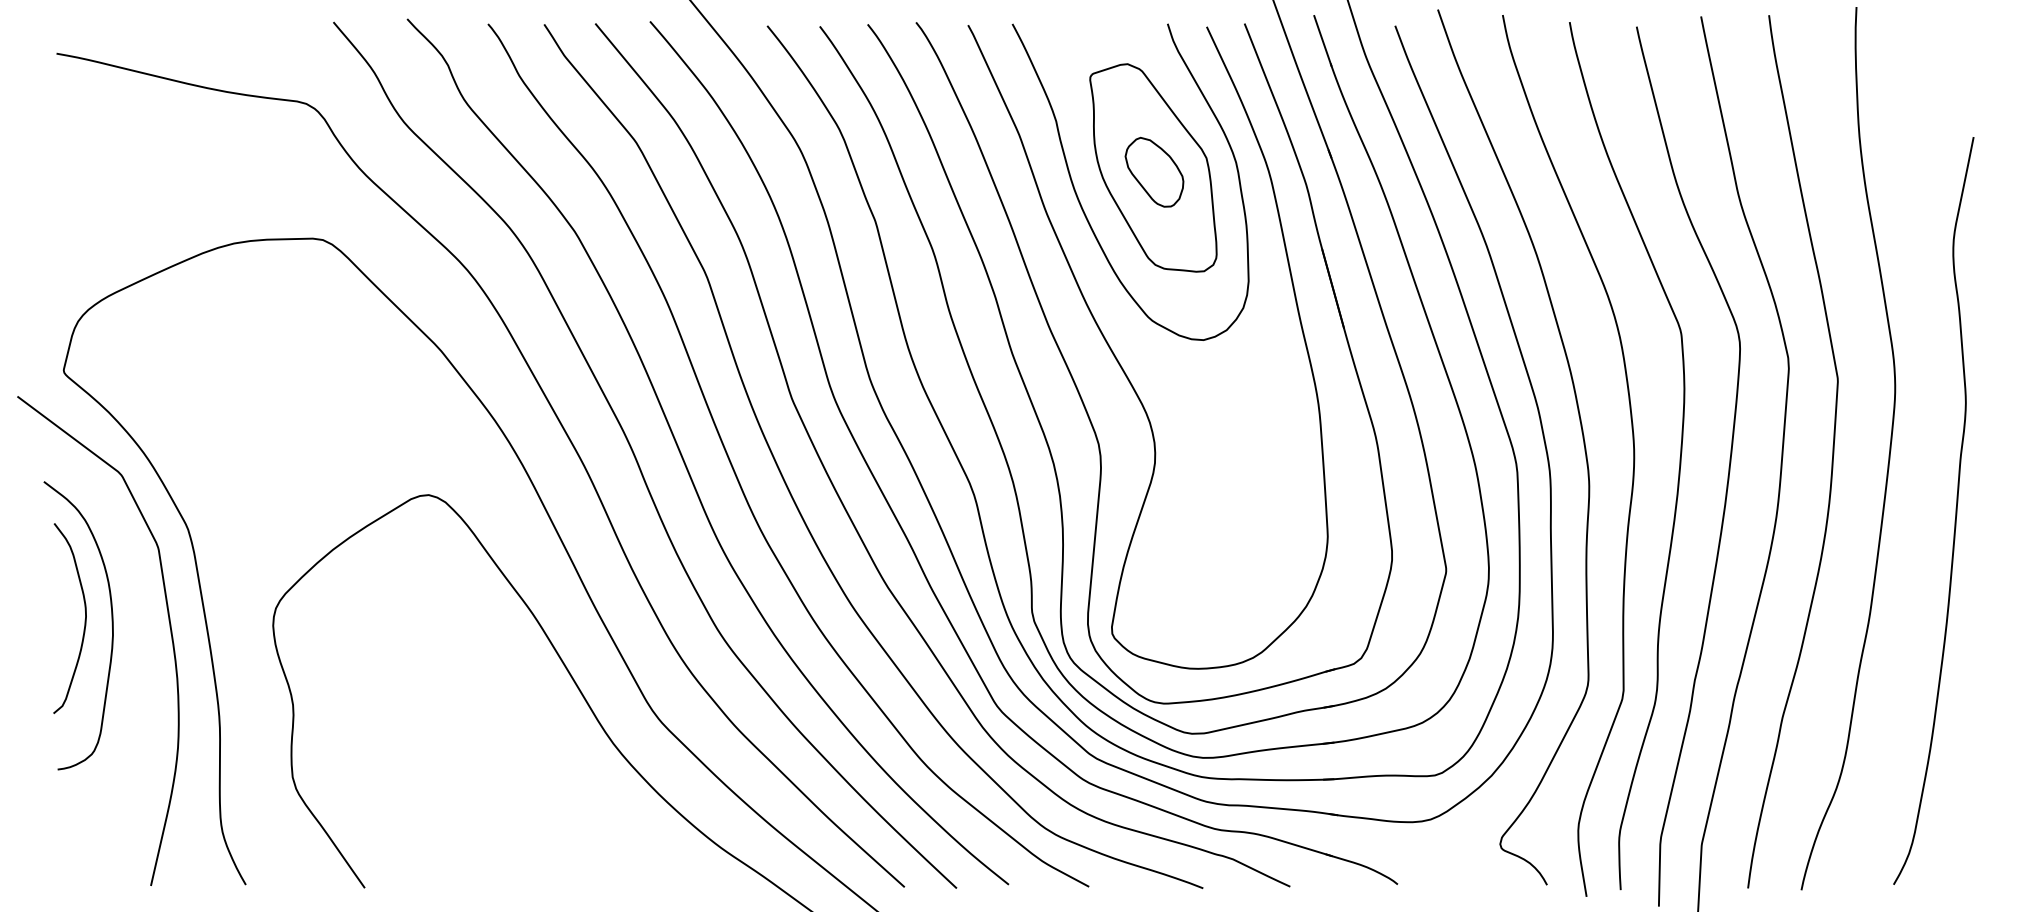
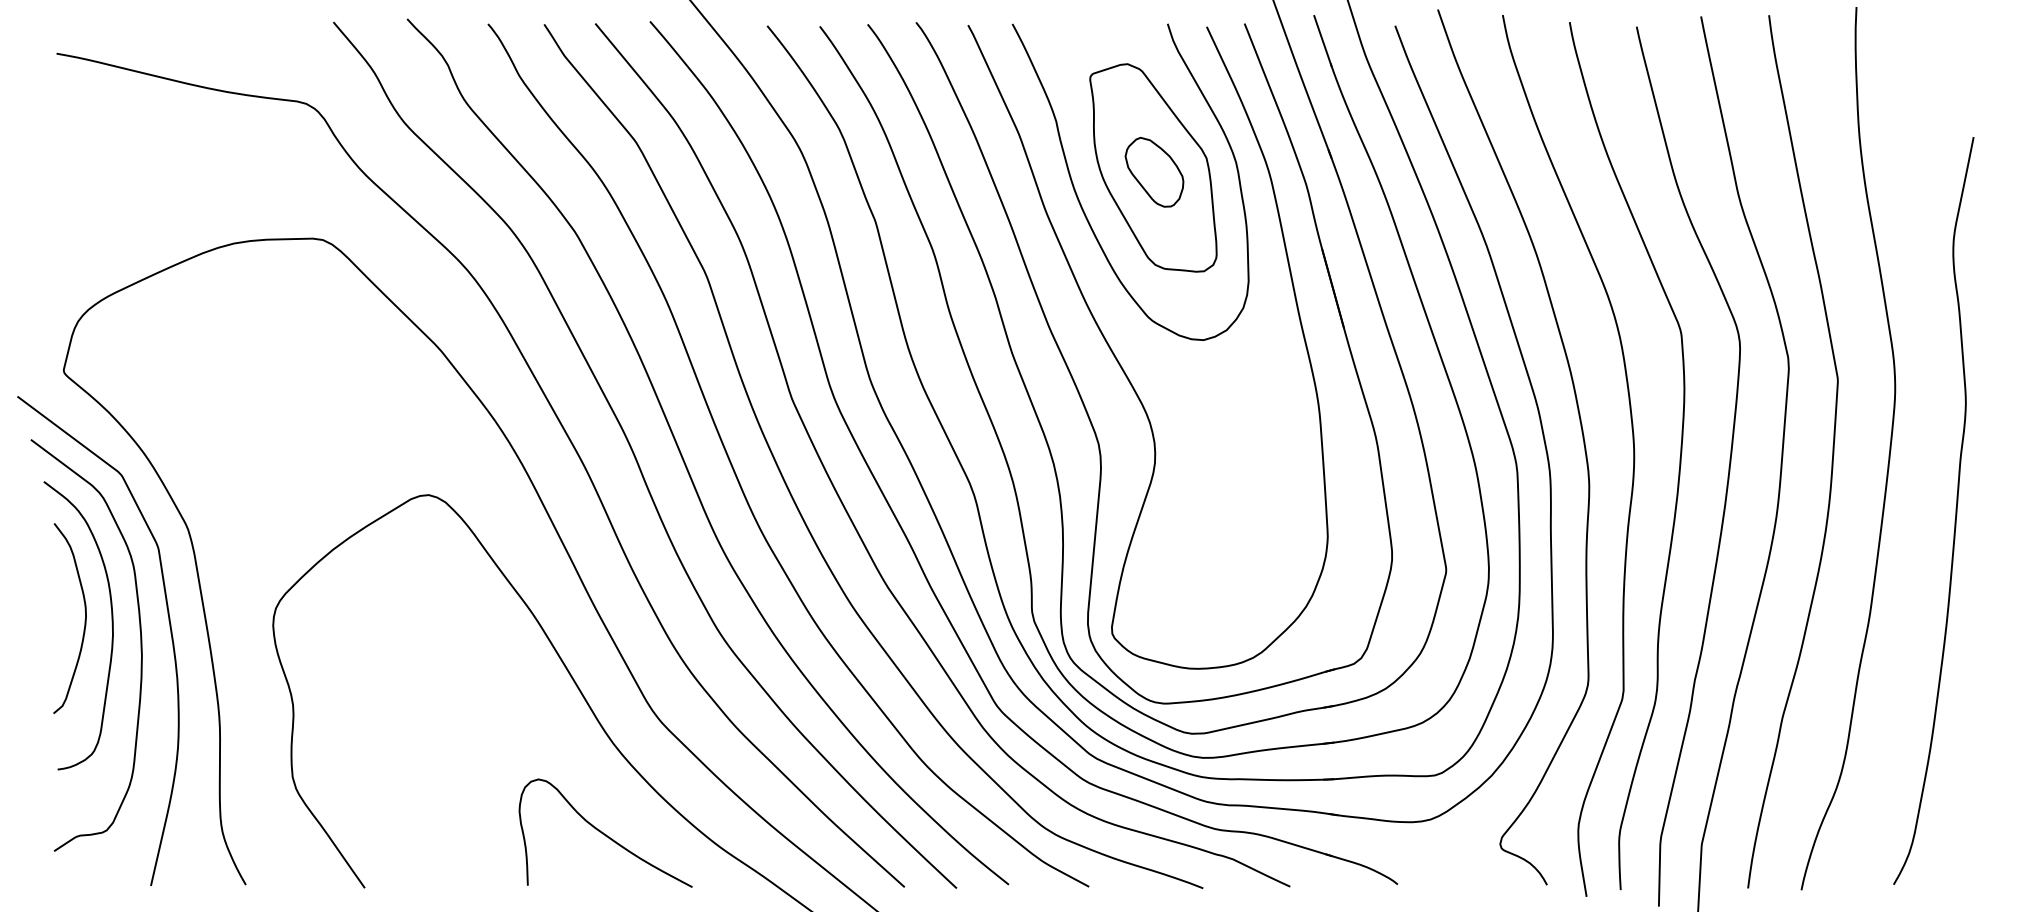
curve at (140, 645): none -> present
curve at (604, 833): none -> present
